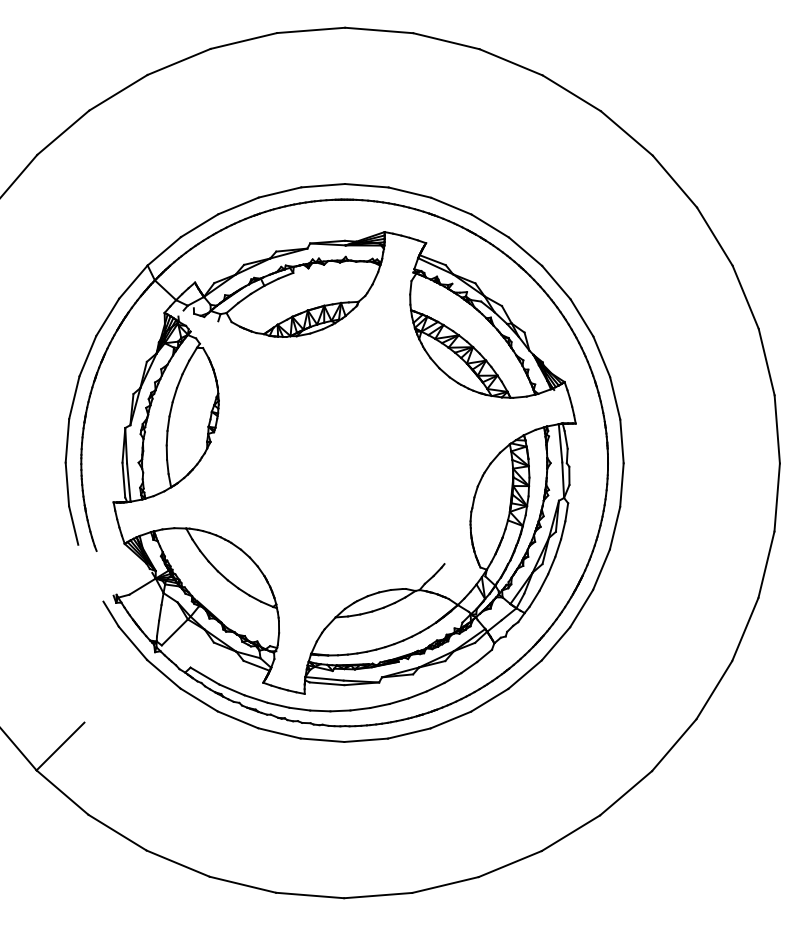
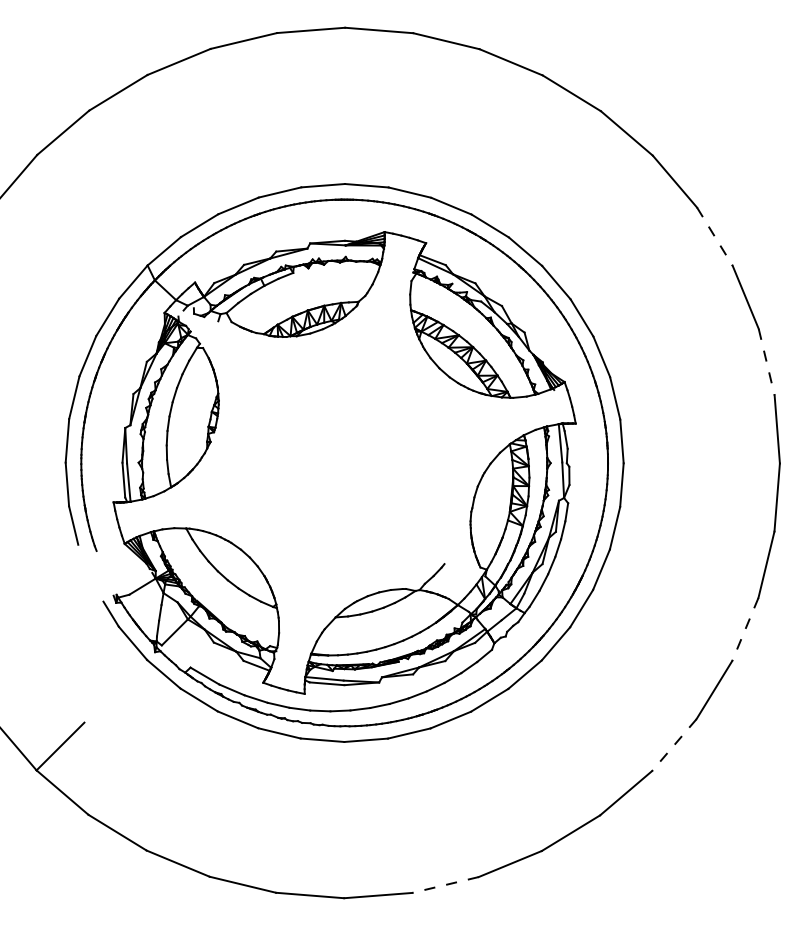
line at (715, 237): solid -> dashed
line at (766, 362): solid -> dashed
line at (745, 629): solid -> dashed
line at (673, 745): solid -> dashed
line at (445, 885): solid -> dashed
